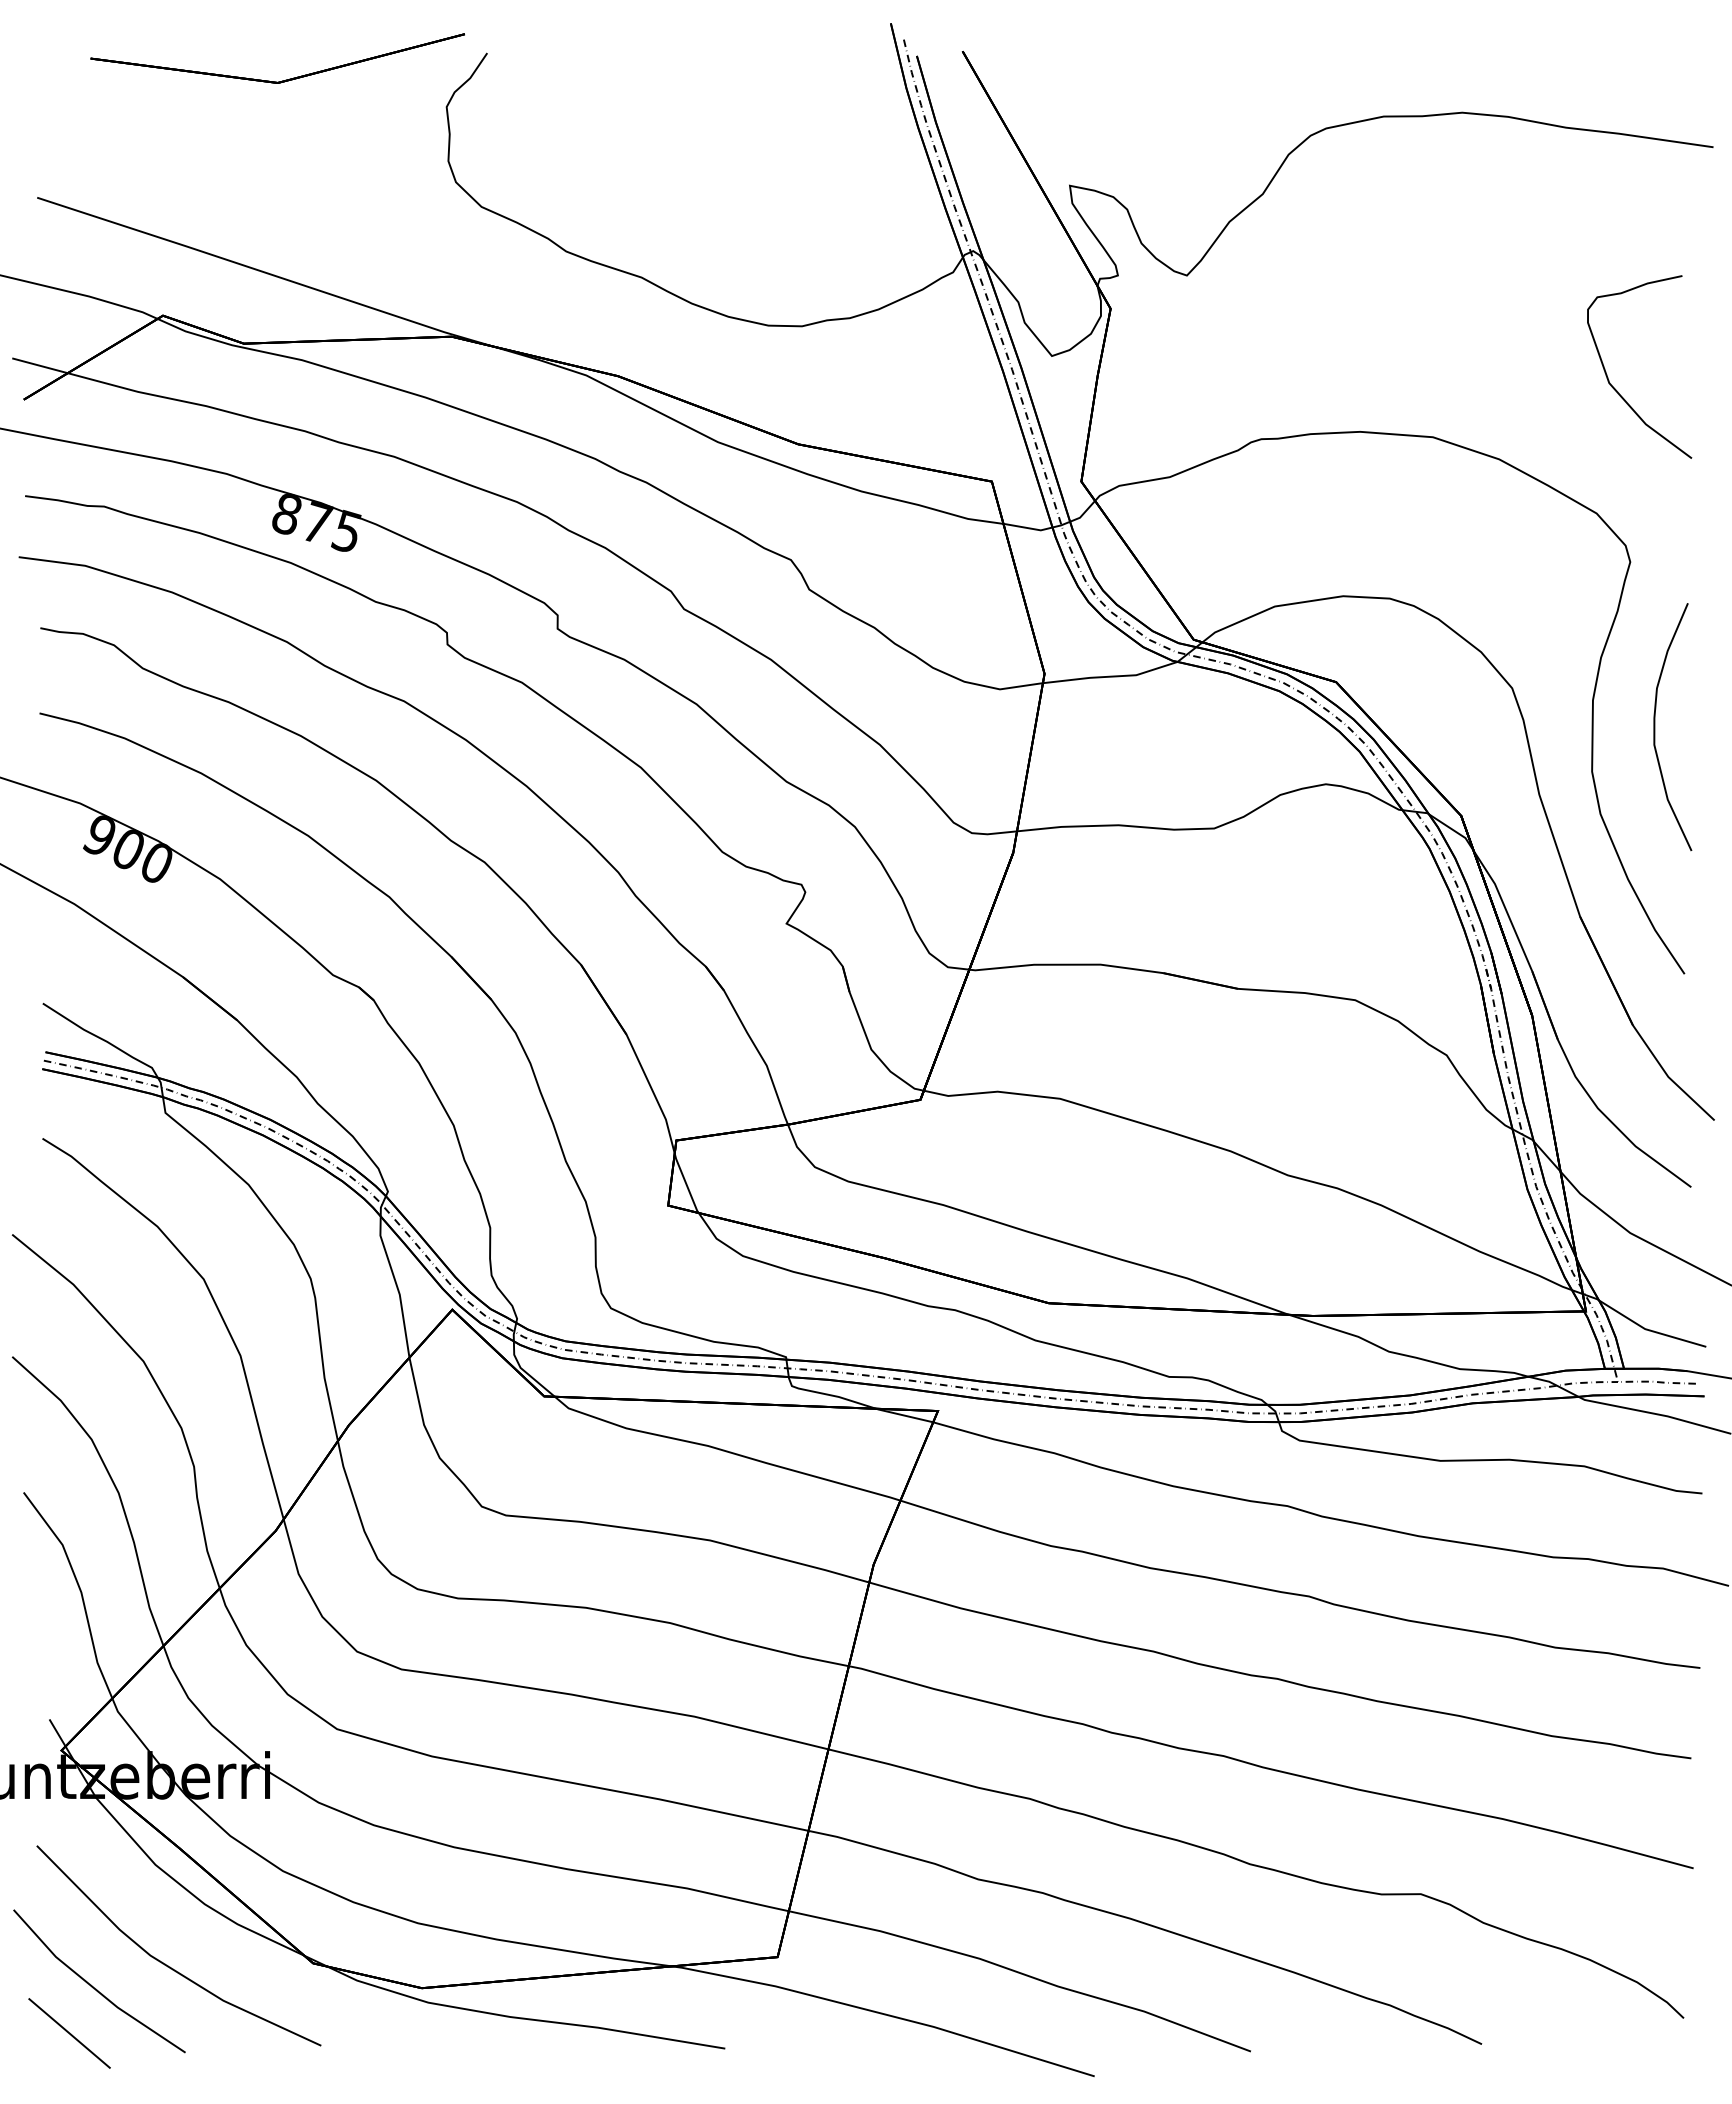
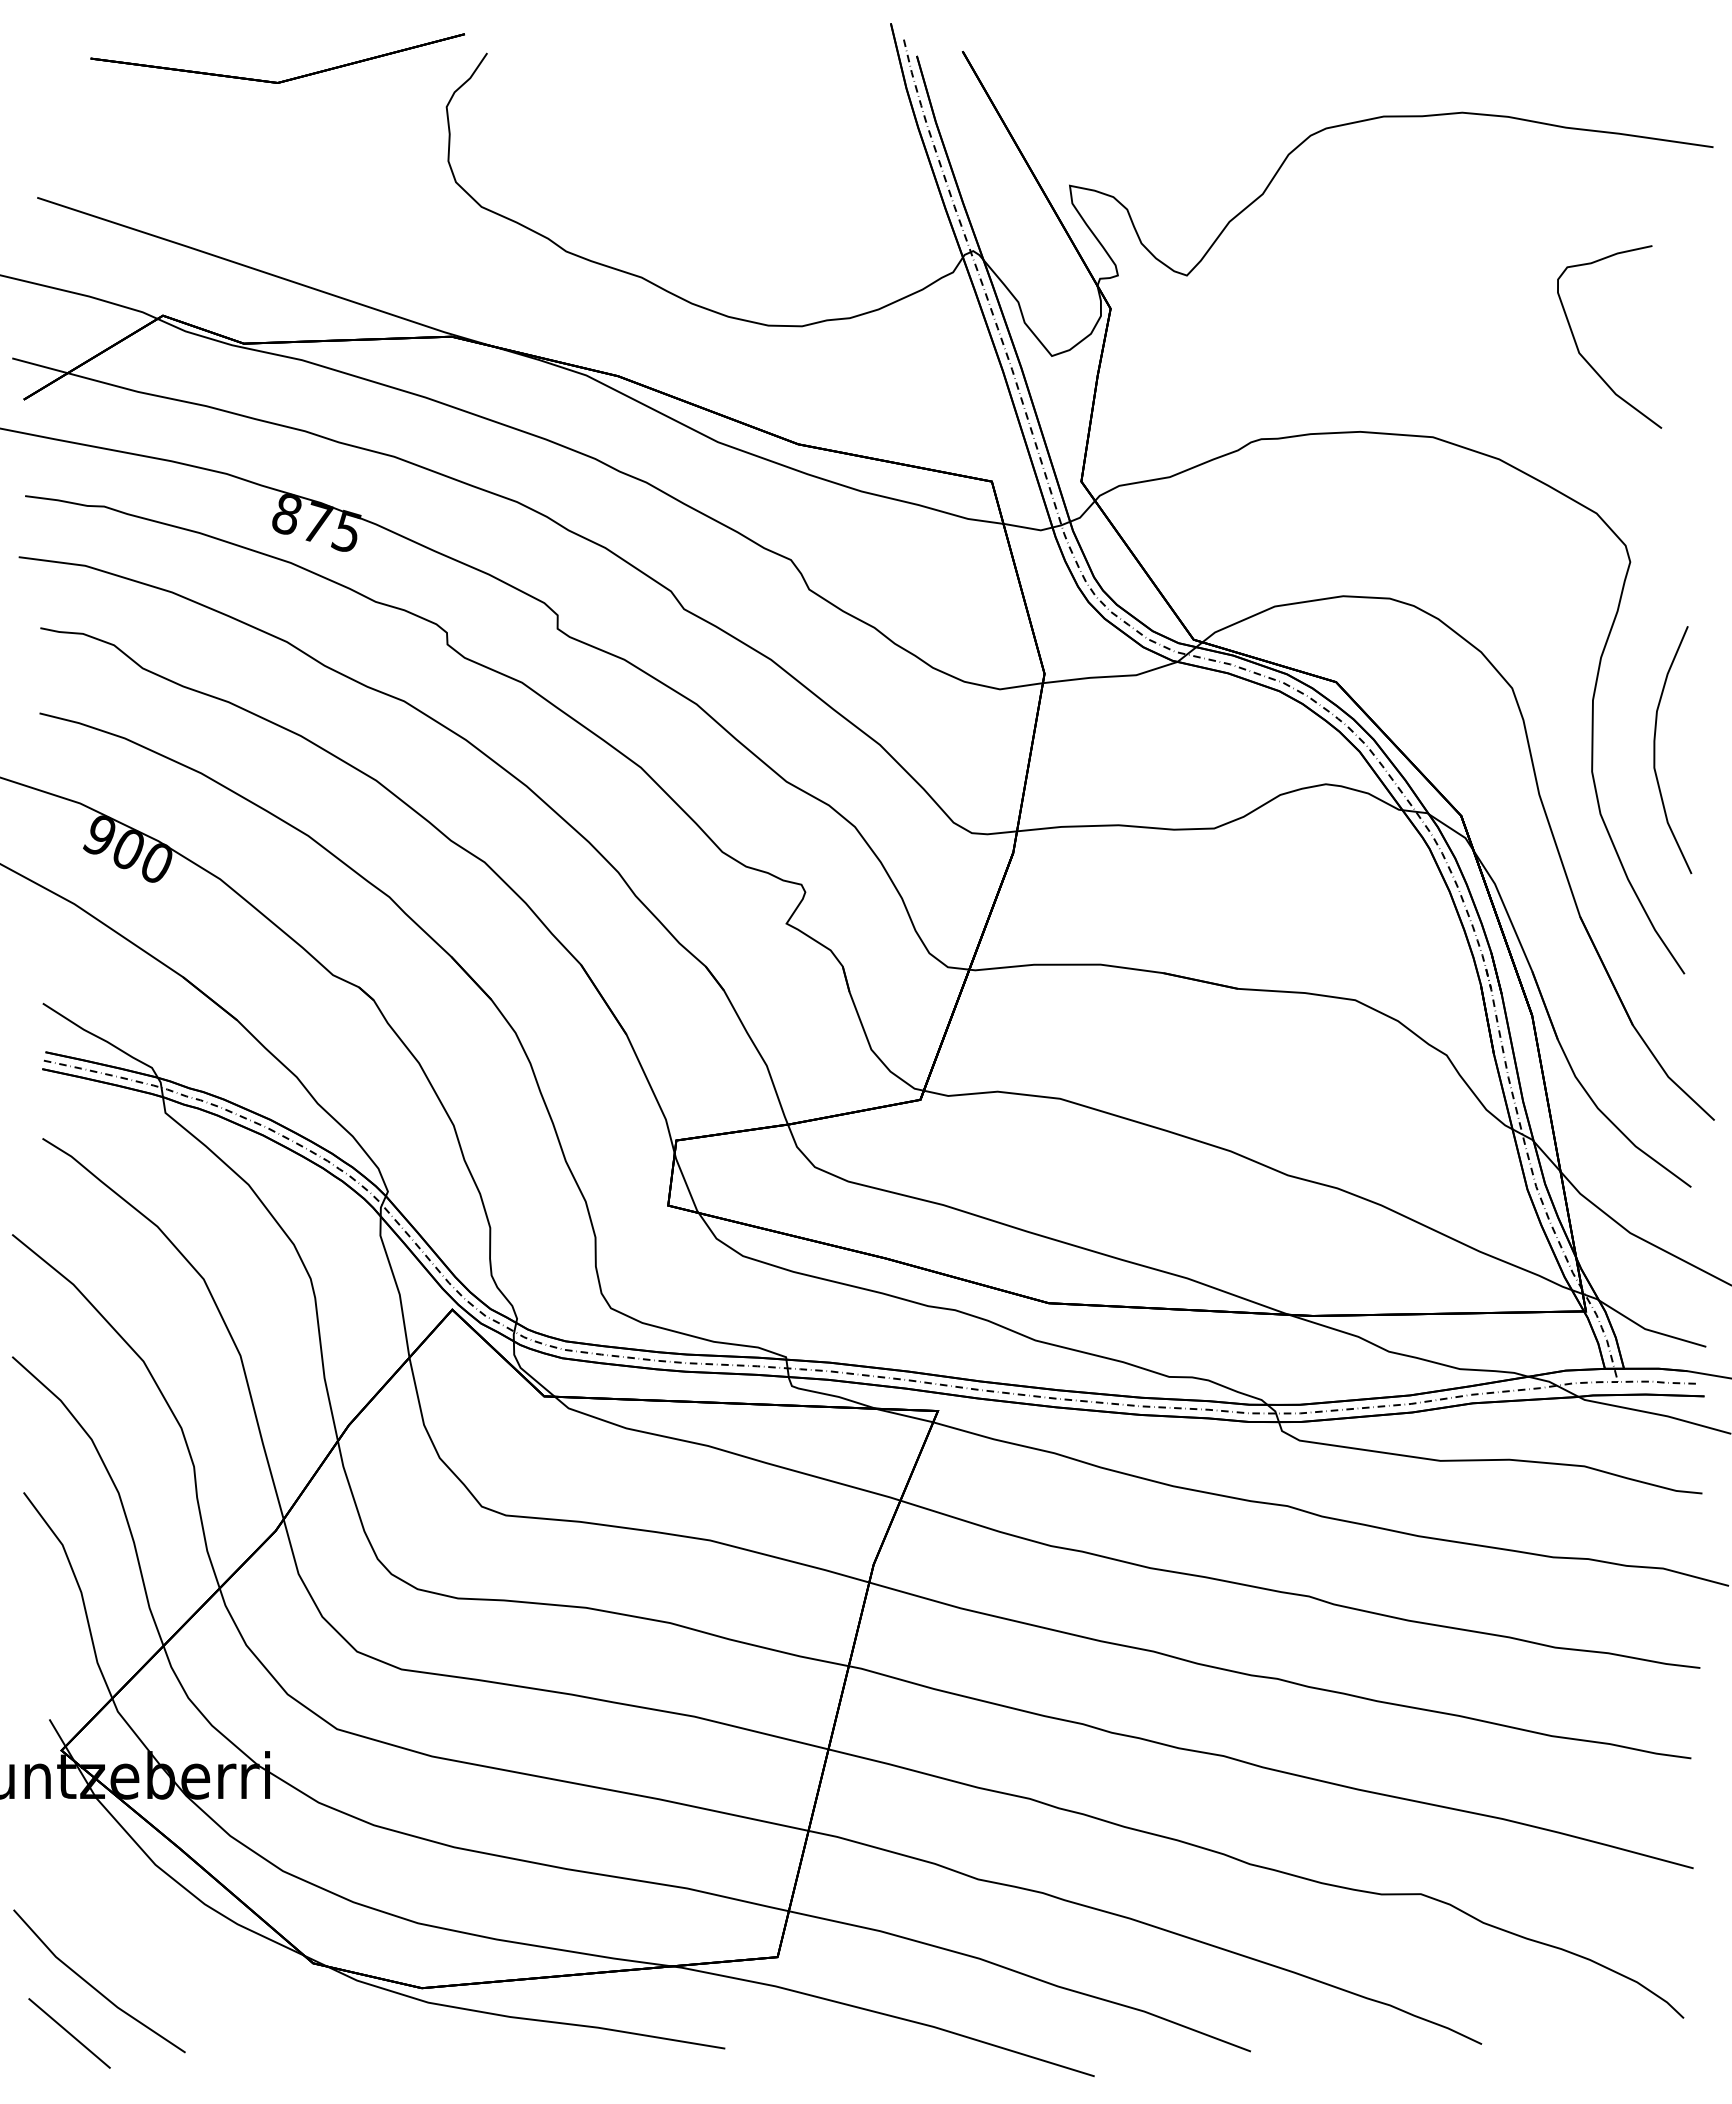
curve at (1616, 389) position: (1616, 389) -> (1586, 359)
curve at (1655, 727) position: (1655, 727) -> (1655, 750)
line at (165, 1963): present -> none
